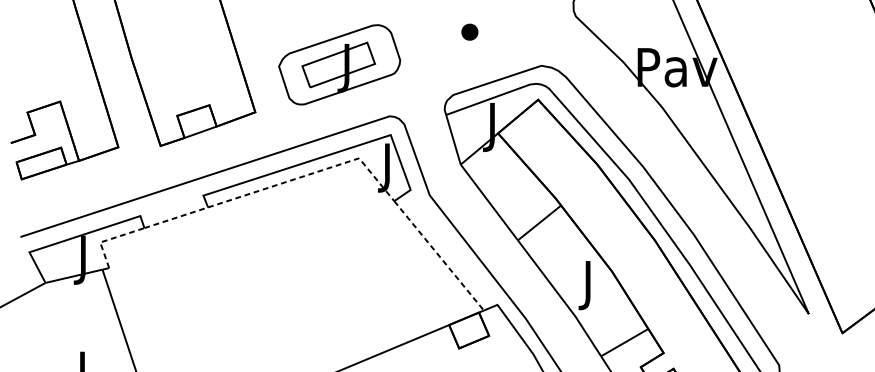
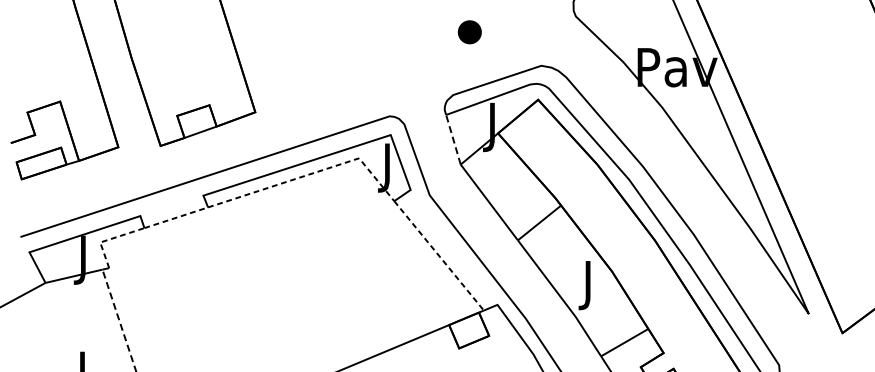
part at (469, 31) size: 18x18 px -> 25x25 px
part at (339, 64): present -> none
line at (453, 139): solid -> dashed
line at (119, 320): solid -> dashed
